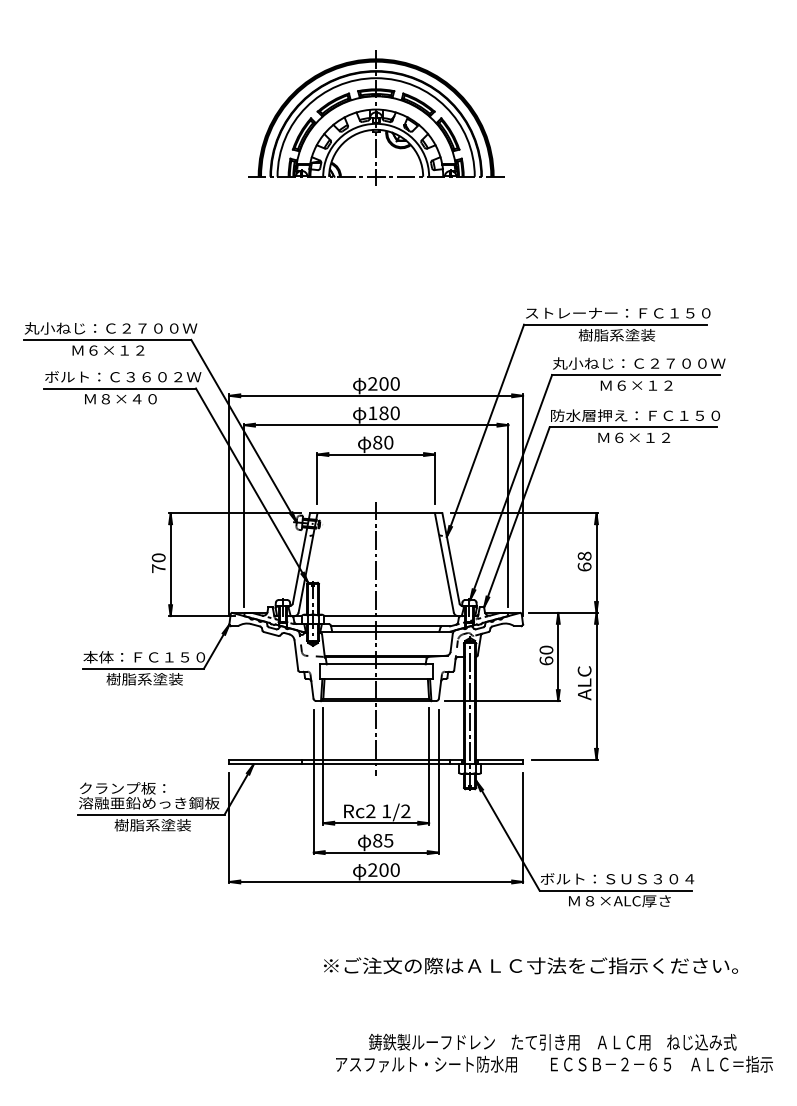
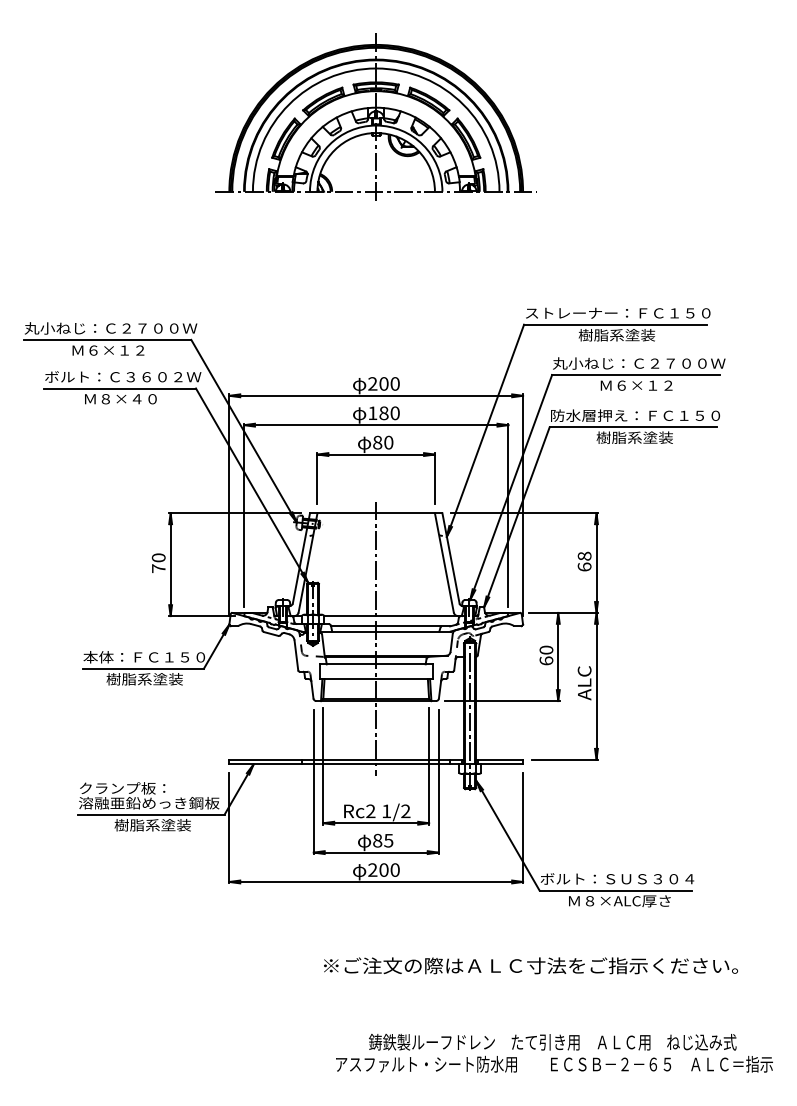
part at (376, 117) size: 257x136 px -> 322x168 px
text at (634, 437): Ｍ６×１２ -> 樹脂系塗装
